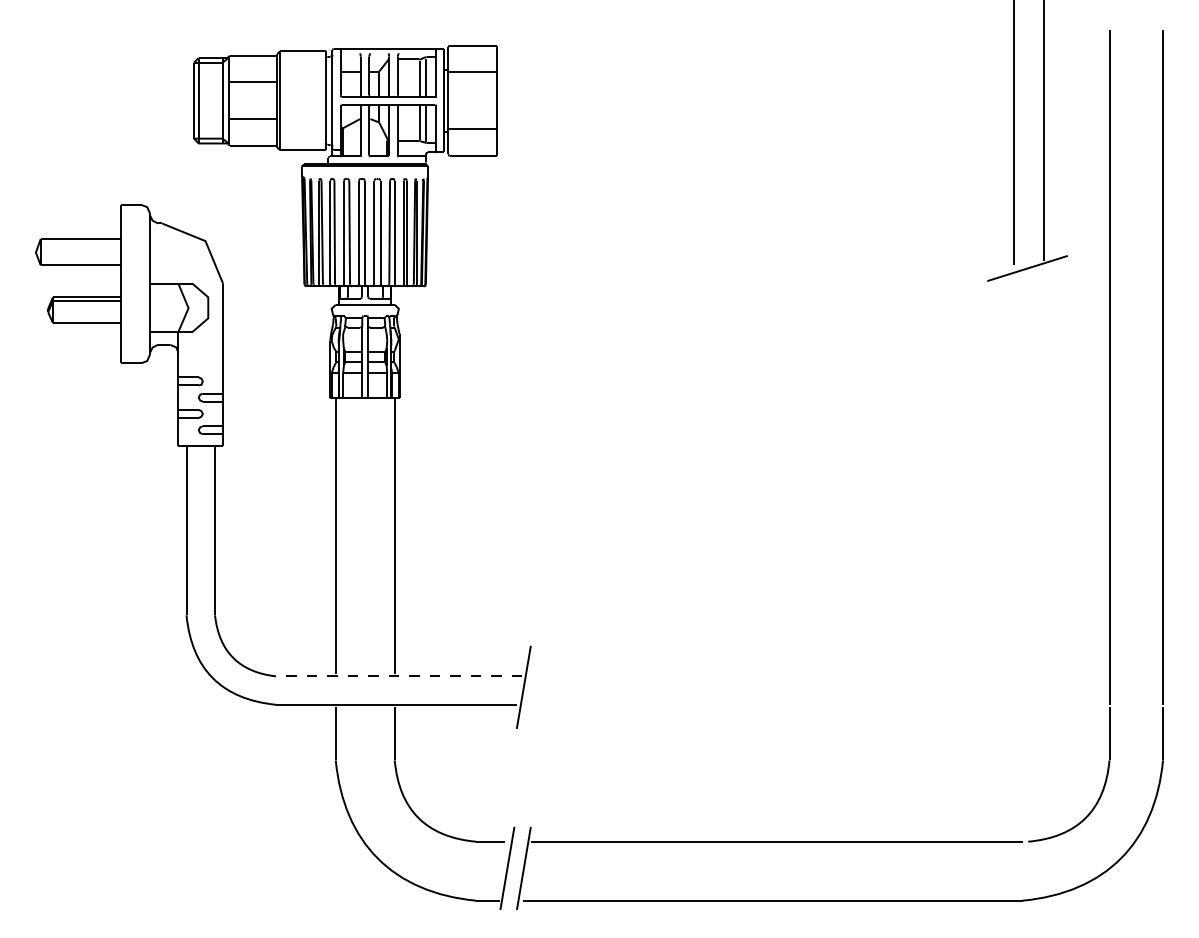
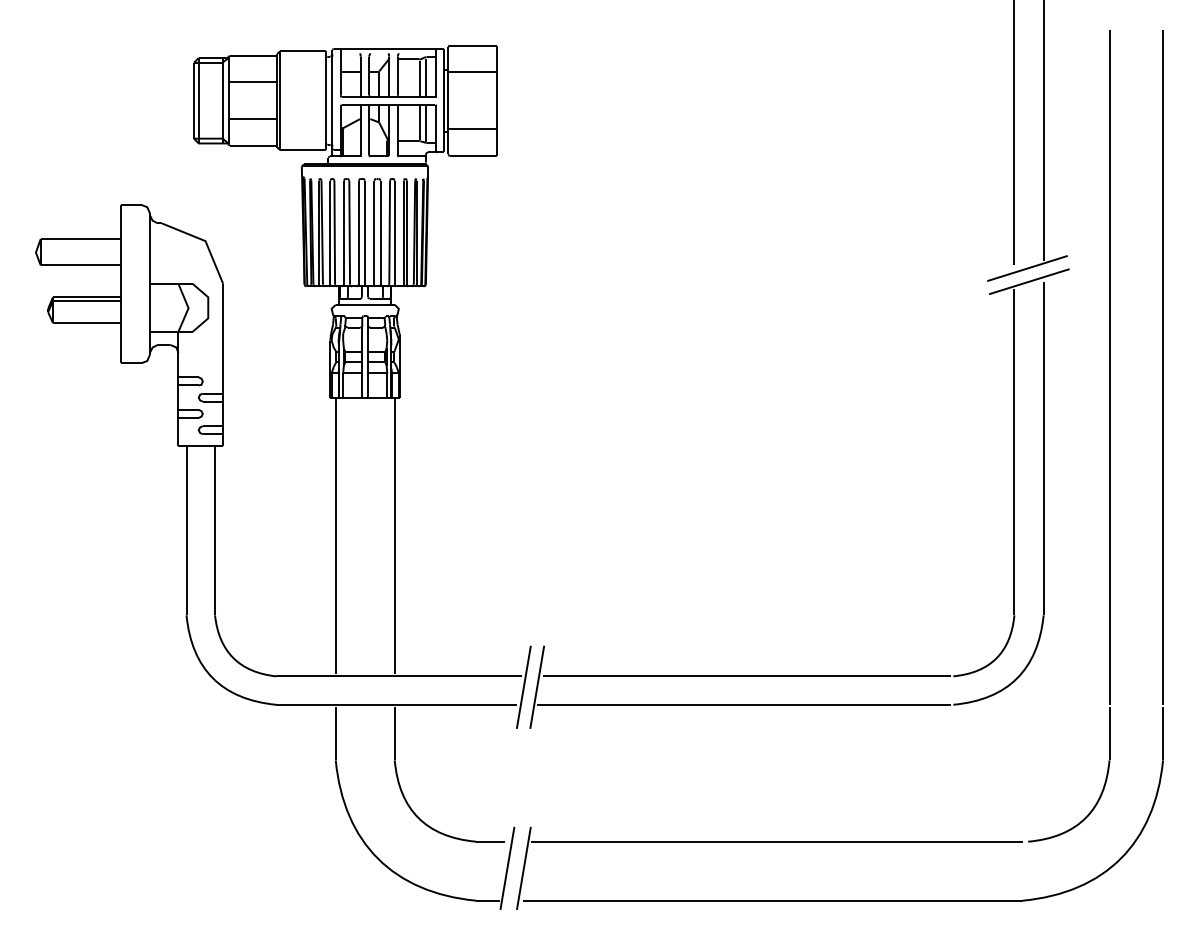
part at (799, 675): none -> present
line at (398, 676): dashed -> solid
